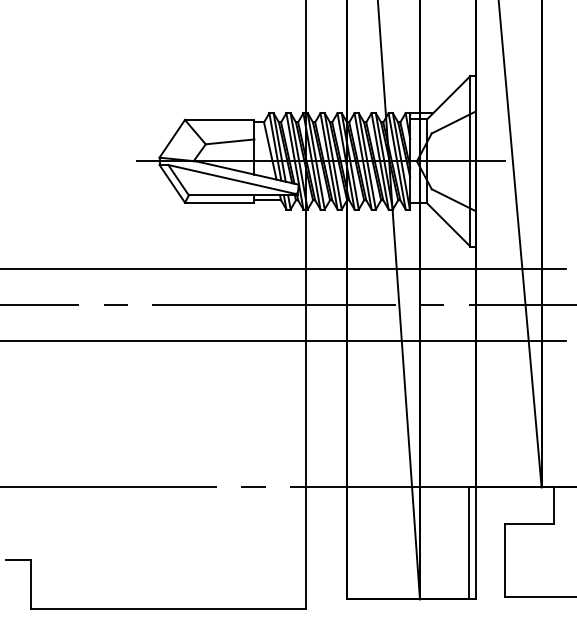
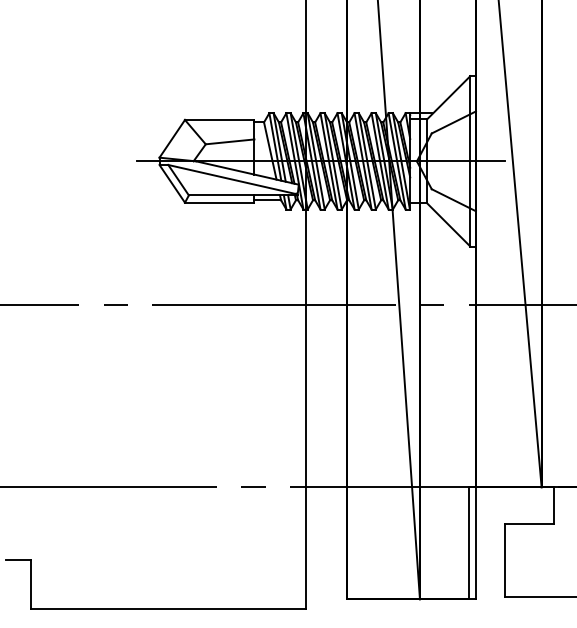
line at (283, 269): present -> none
line at (283, 340): present -> none
